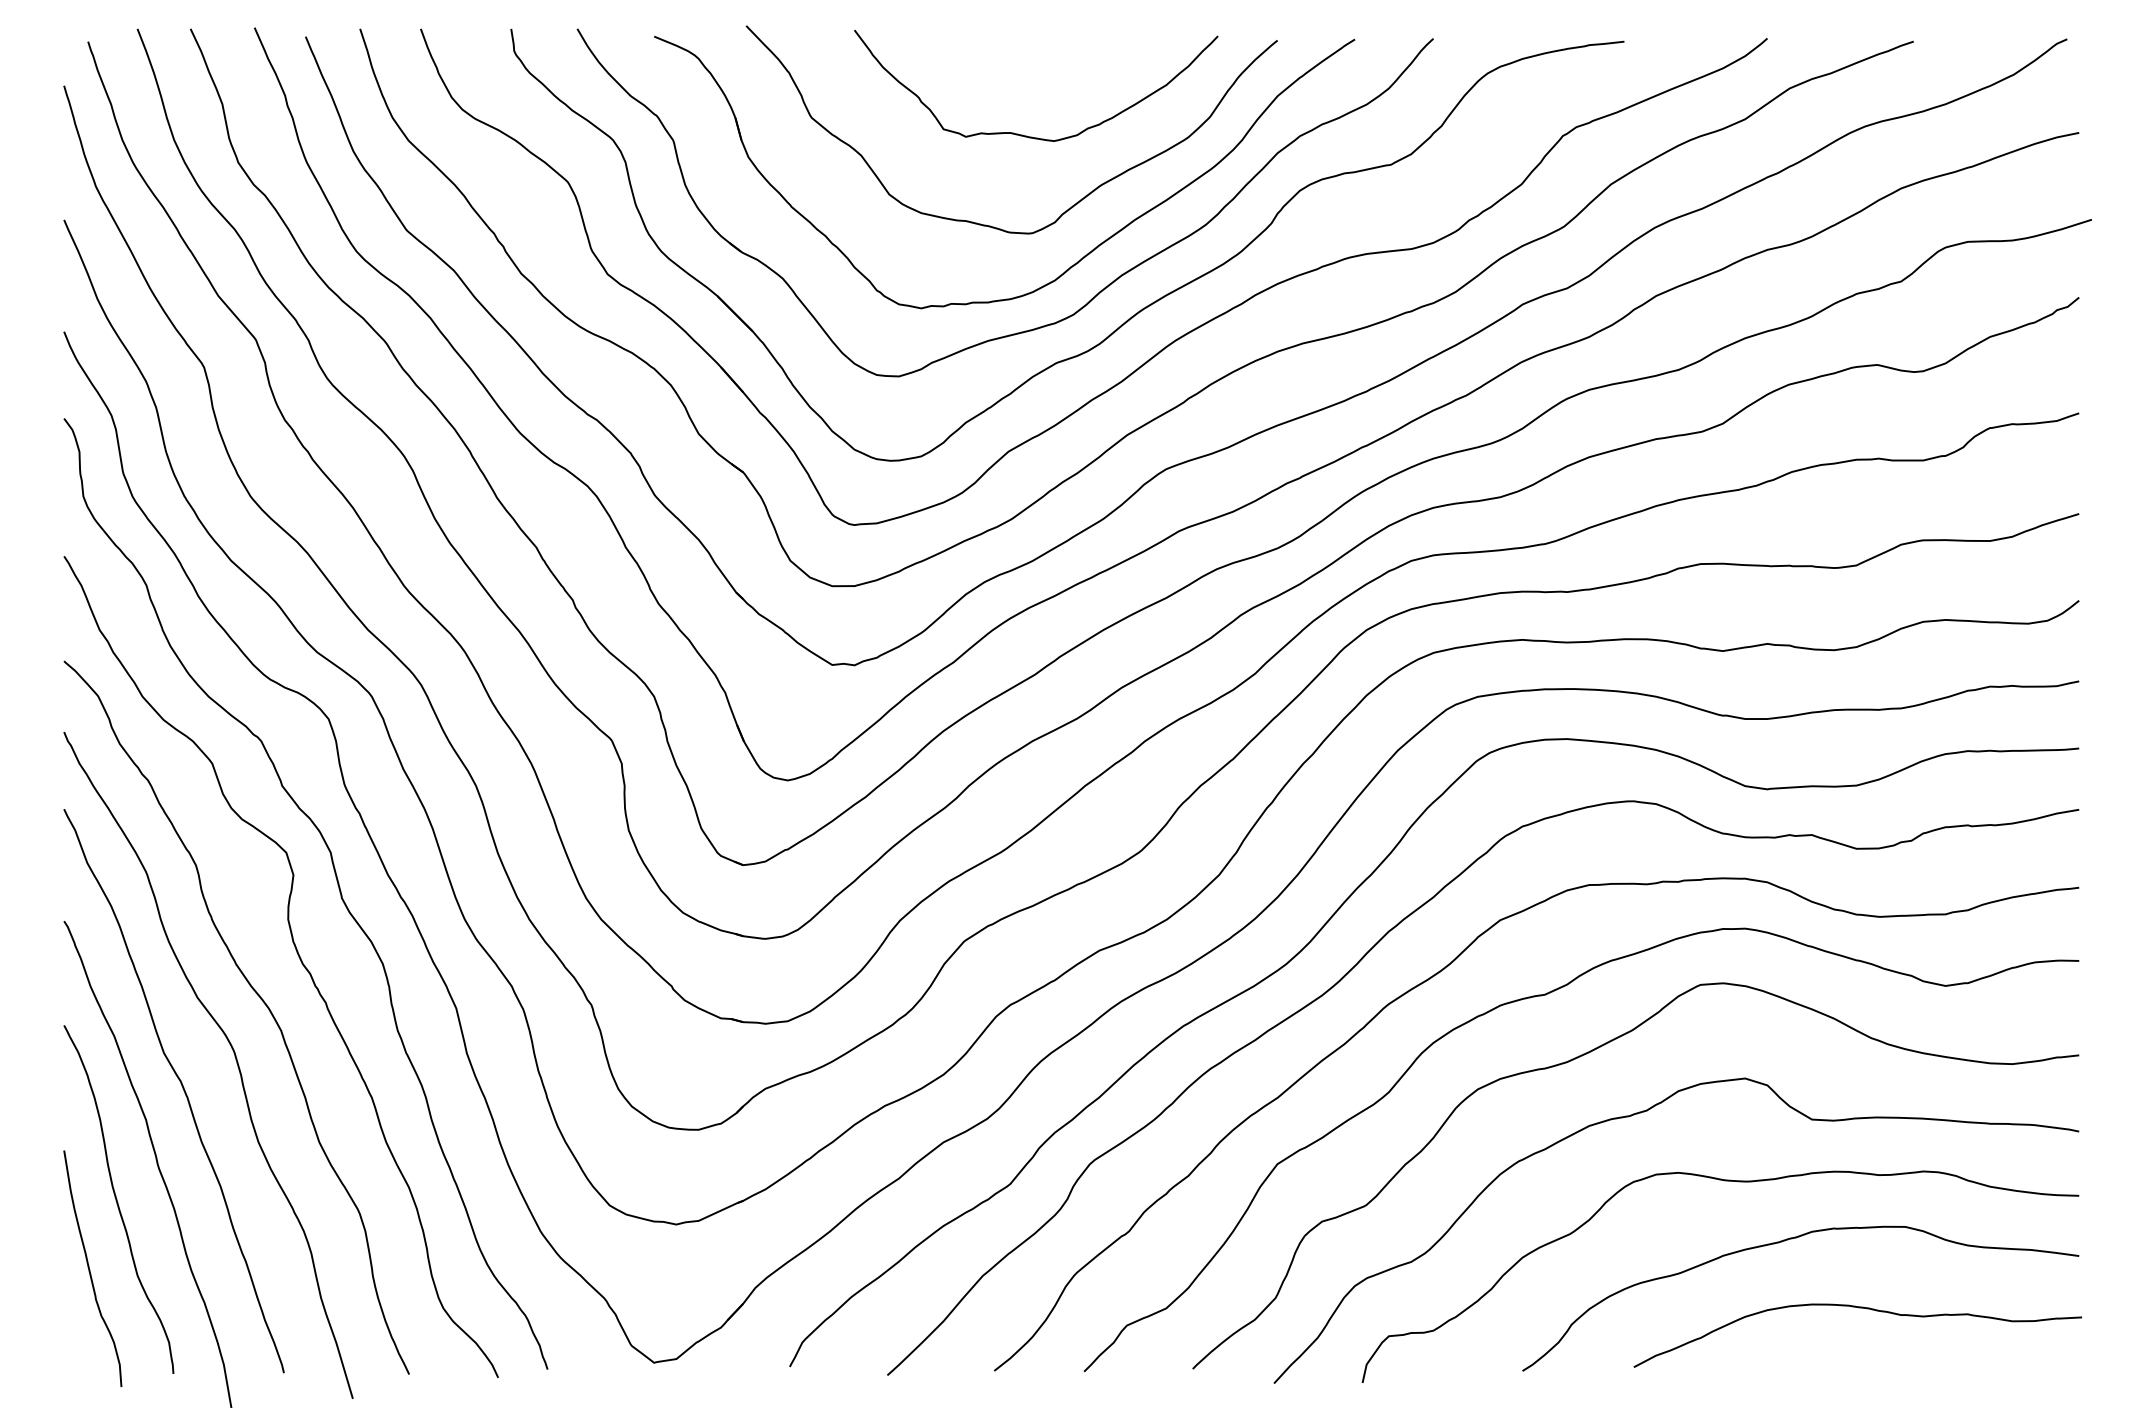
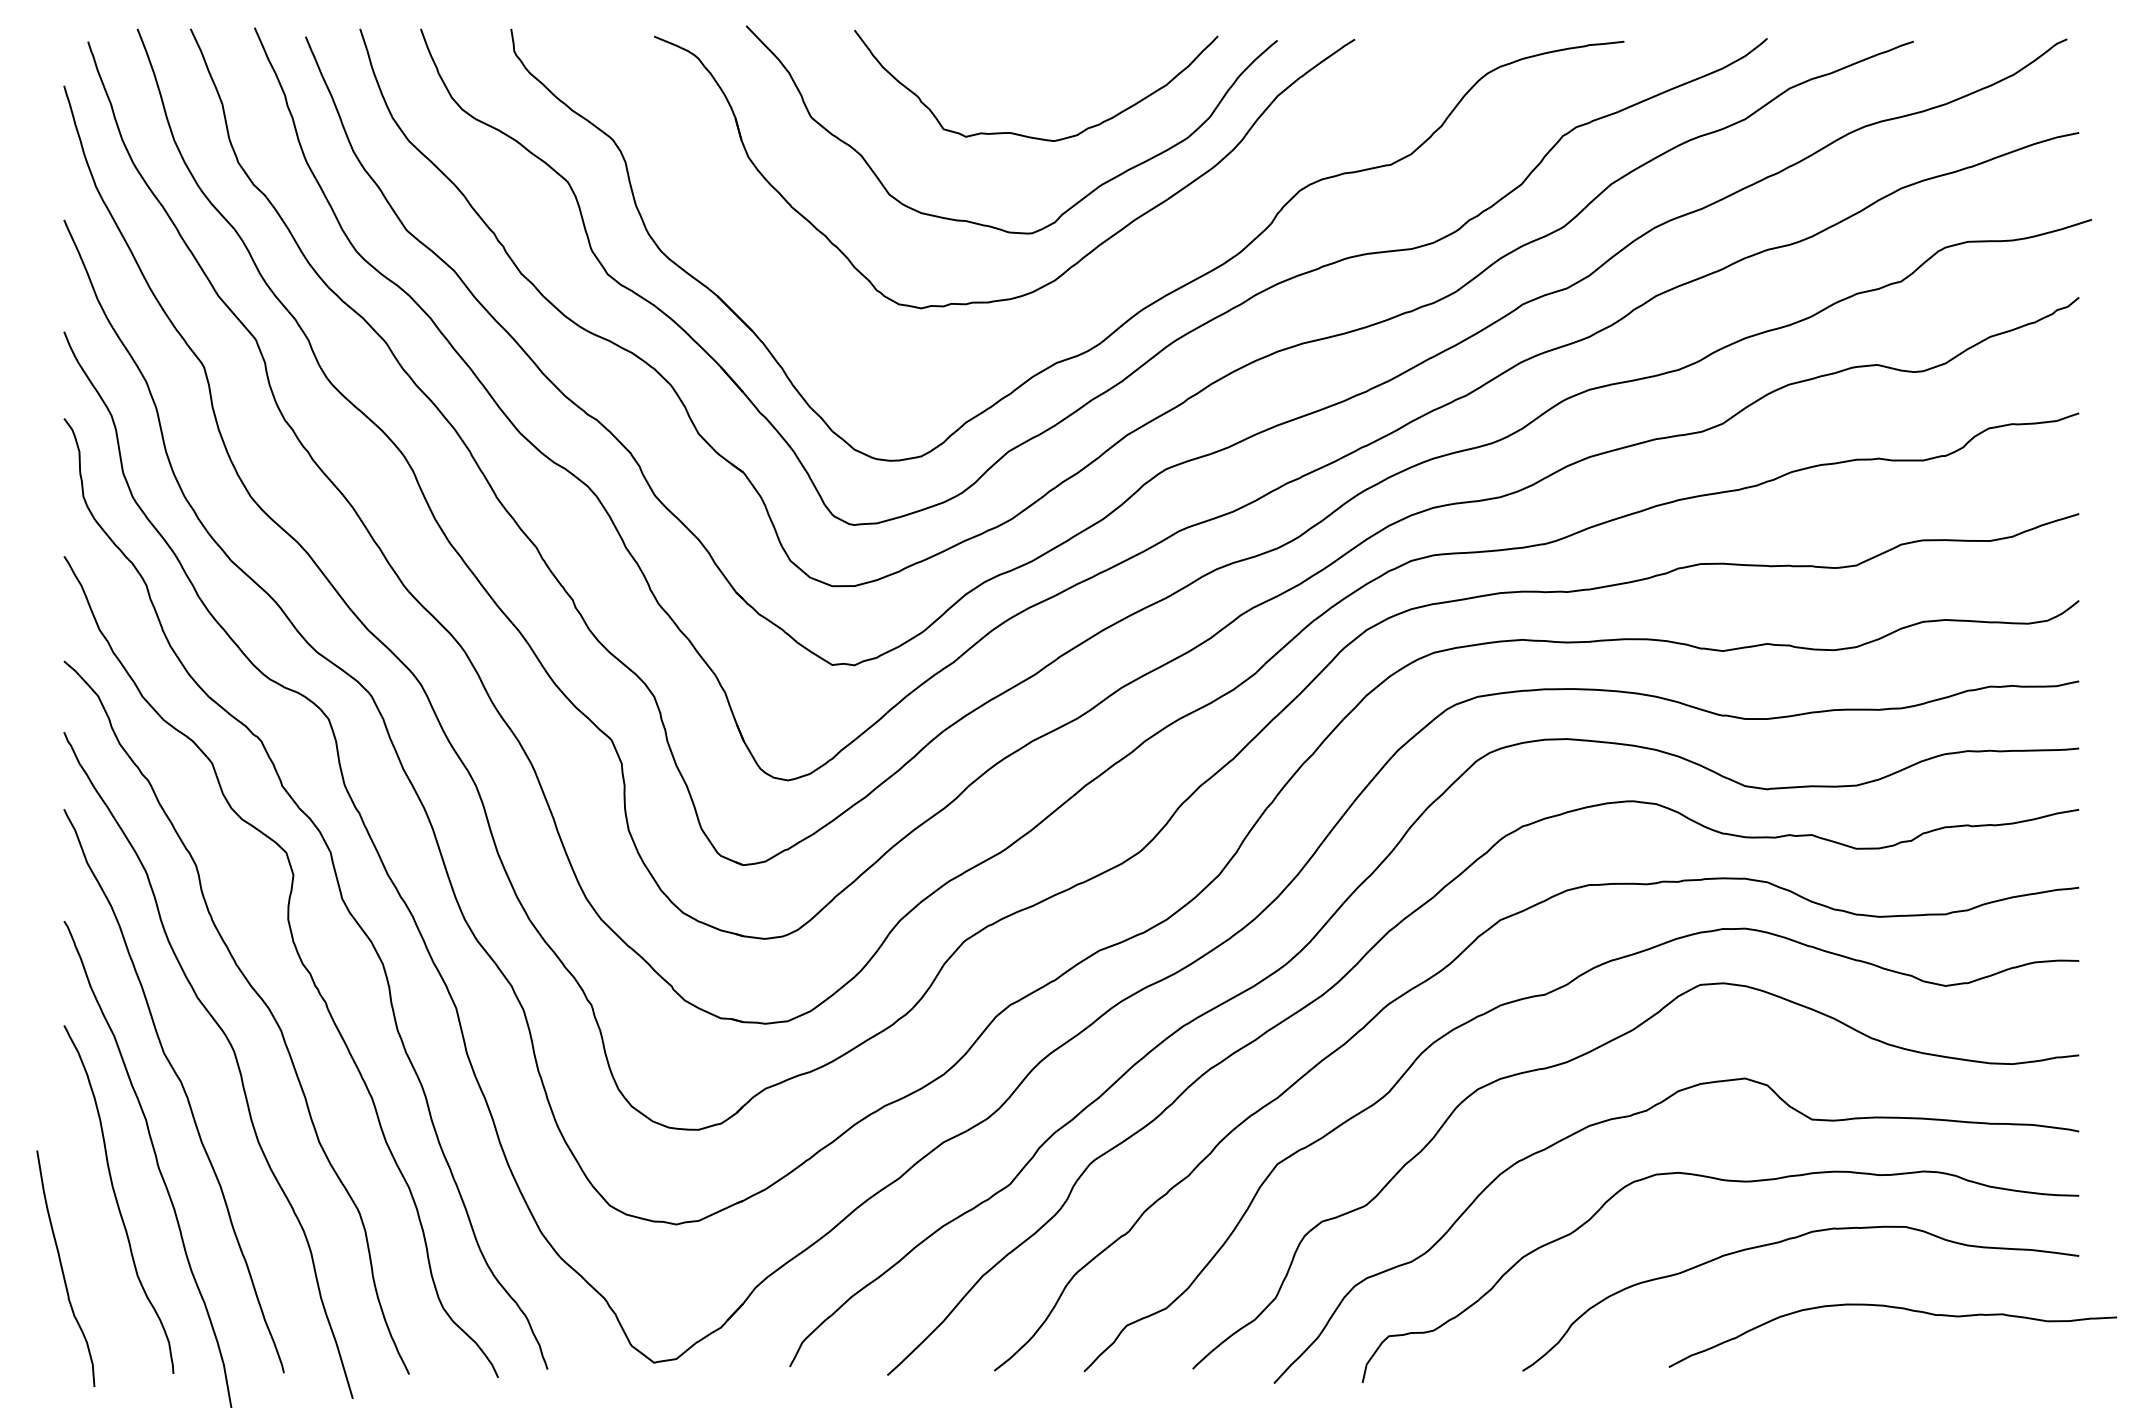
part at (1042, 325): present -> none
curve at (90, 1269) position: (90, 1269) -> (63, 1269)
curve at (1858, 1308) position: (1858, 1308) -> (1893, 1308)
